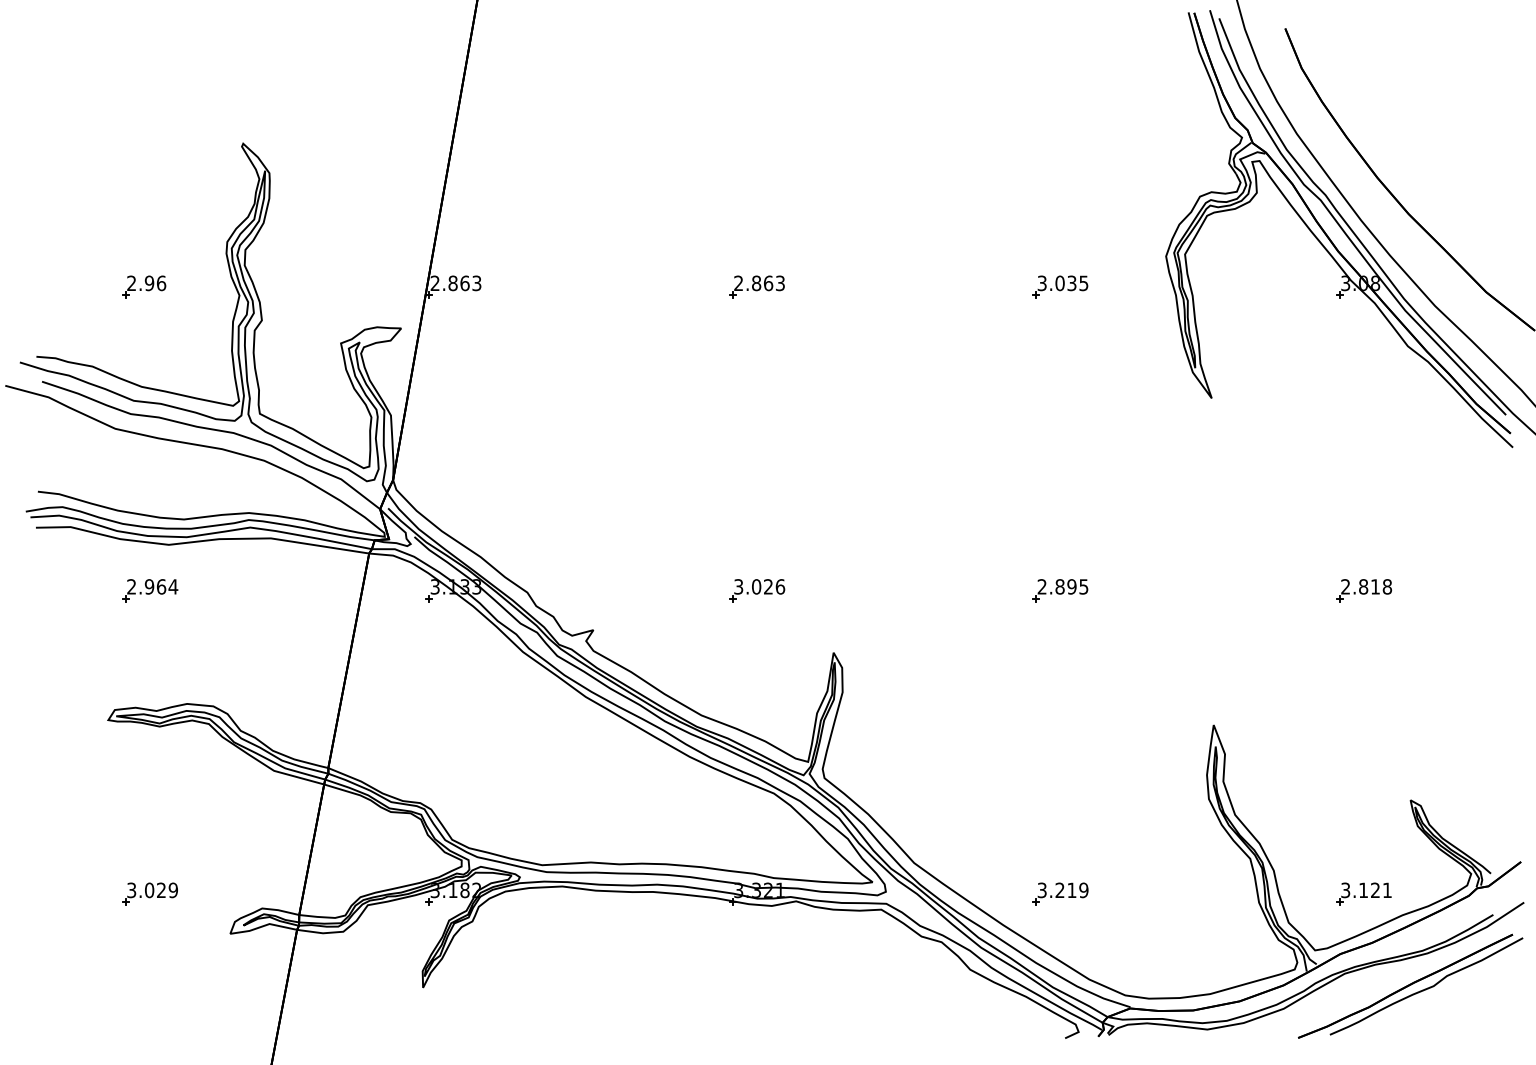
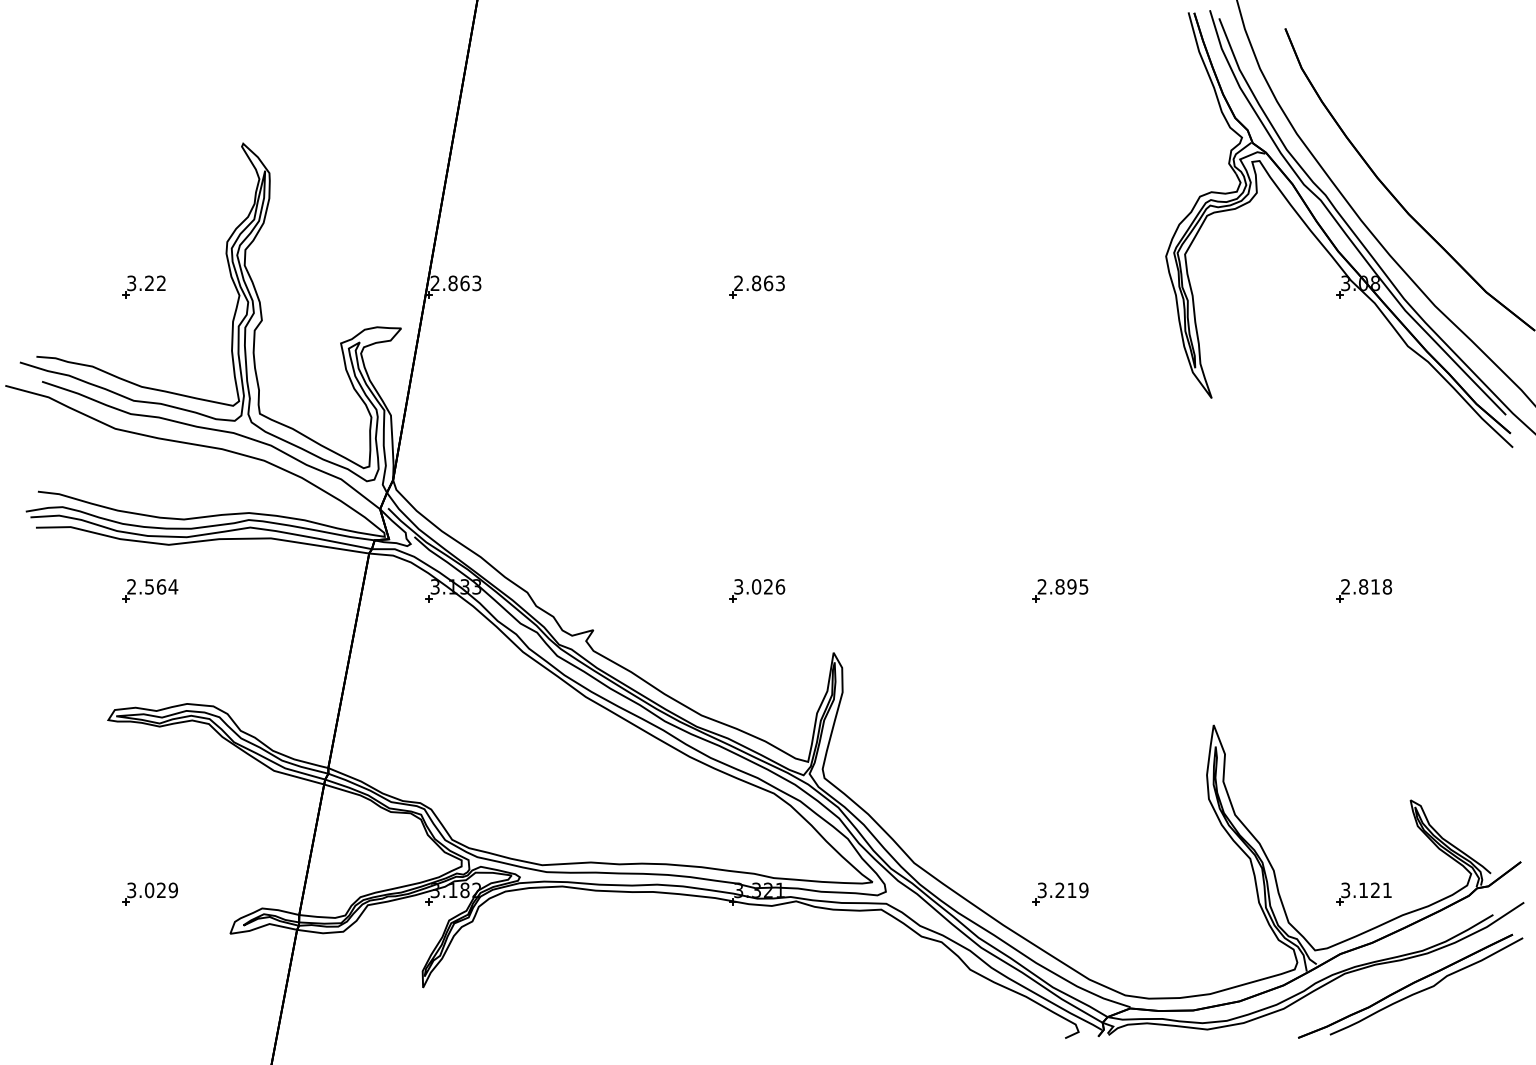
text at (146, 283): 2.96 -> 3.22
part at (1060, 286): present -> none
text at (149, 586): 2.964 -> 2.564
